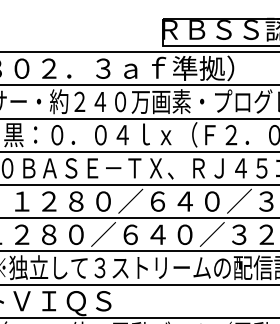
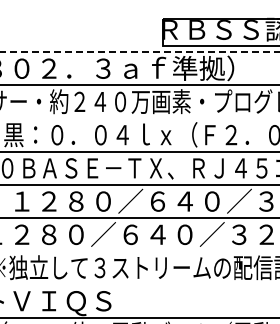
line at (139, 52): solid -> dashed
line at (139, 118): present -> none
line at (139, 251): present -> none
line at (139, 284): present -> none
